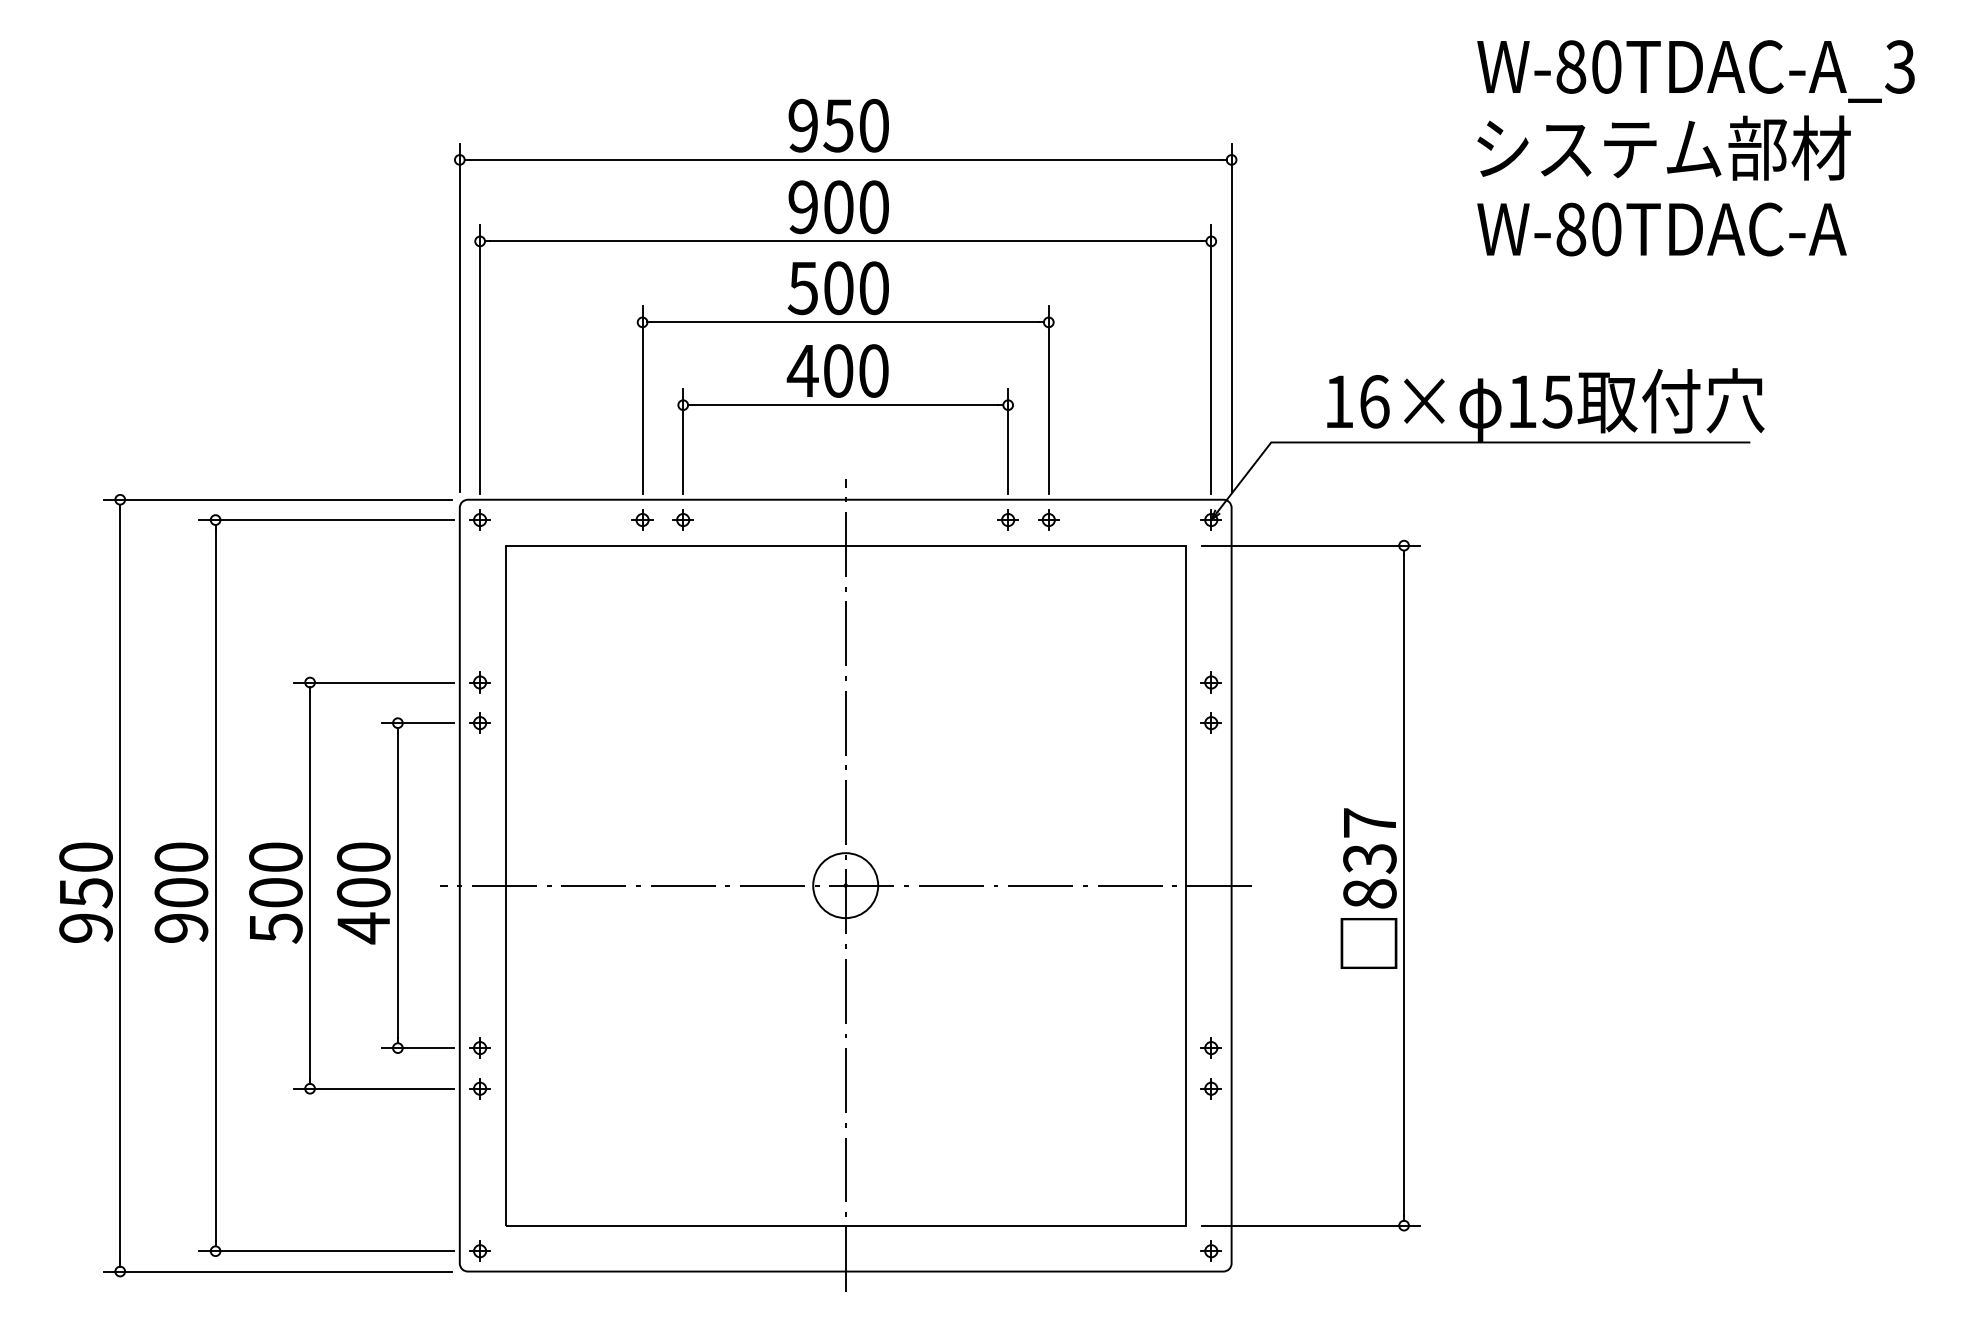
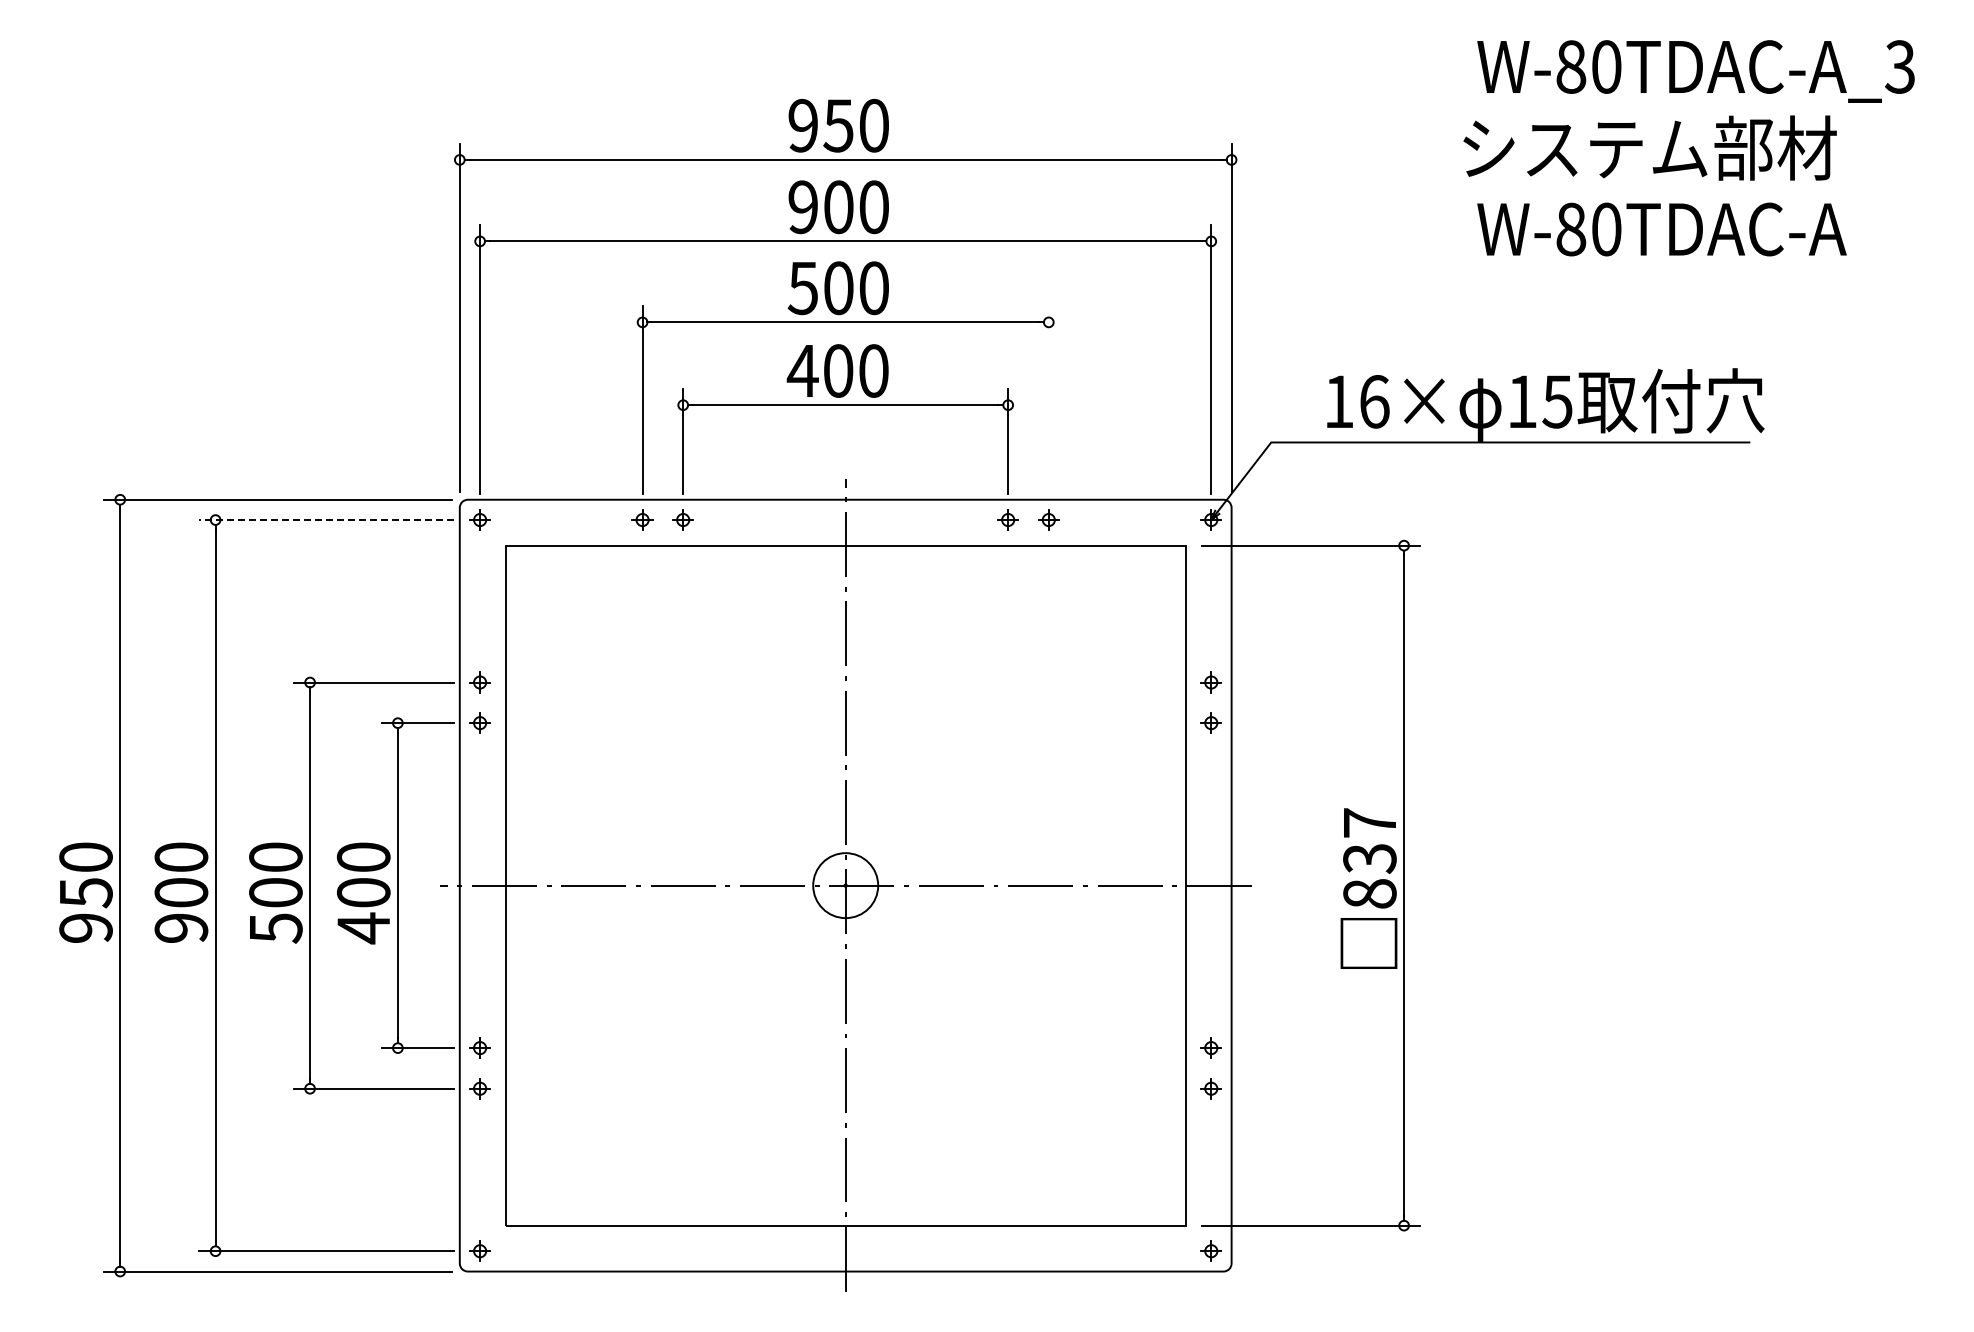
text at (1663, 147) position: (1663, 147) -> (1649, 147)
line at (1048, 399): present -> none
line at (326, 520): solid -> dashed
